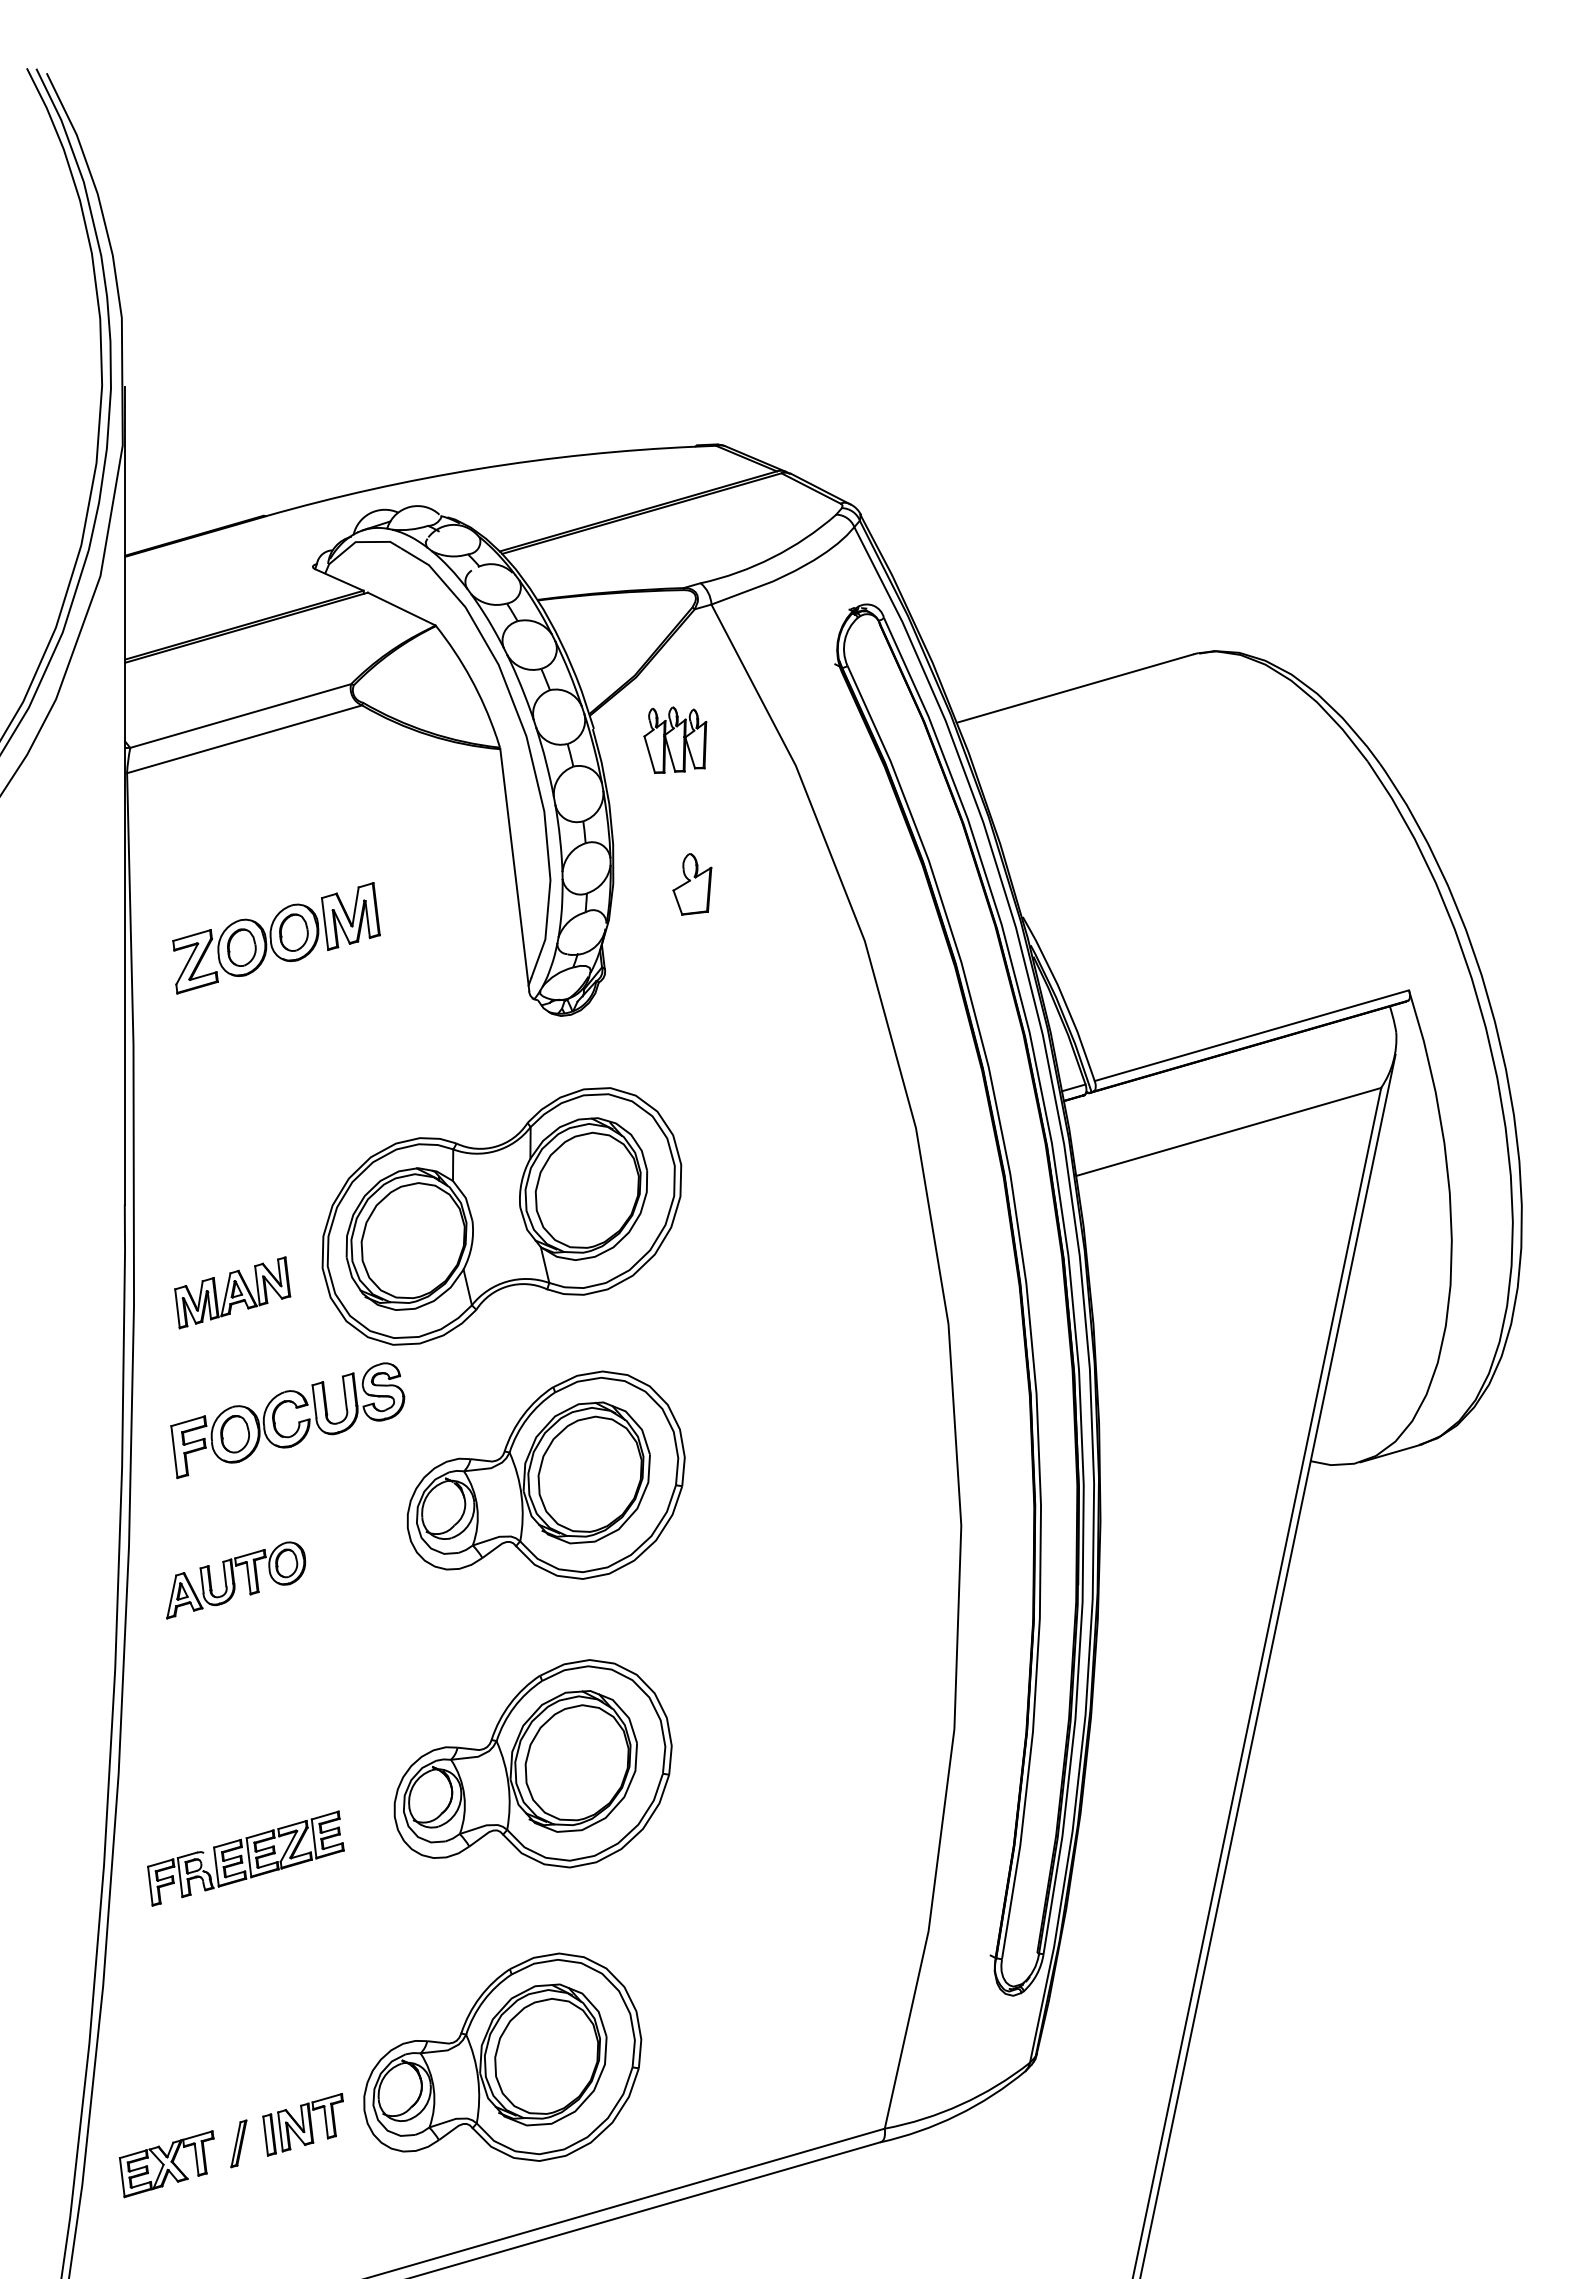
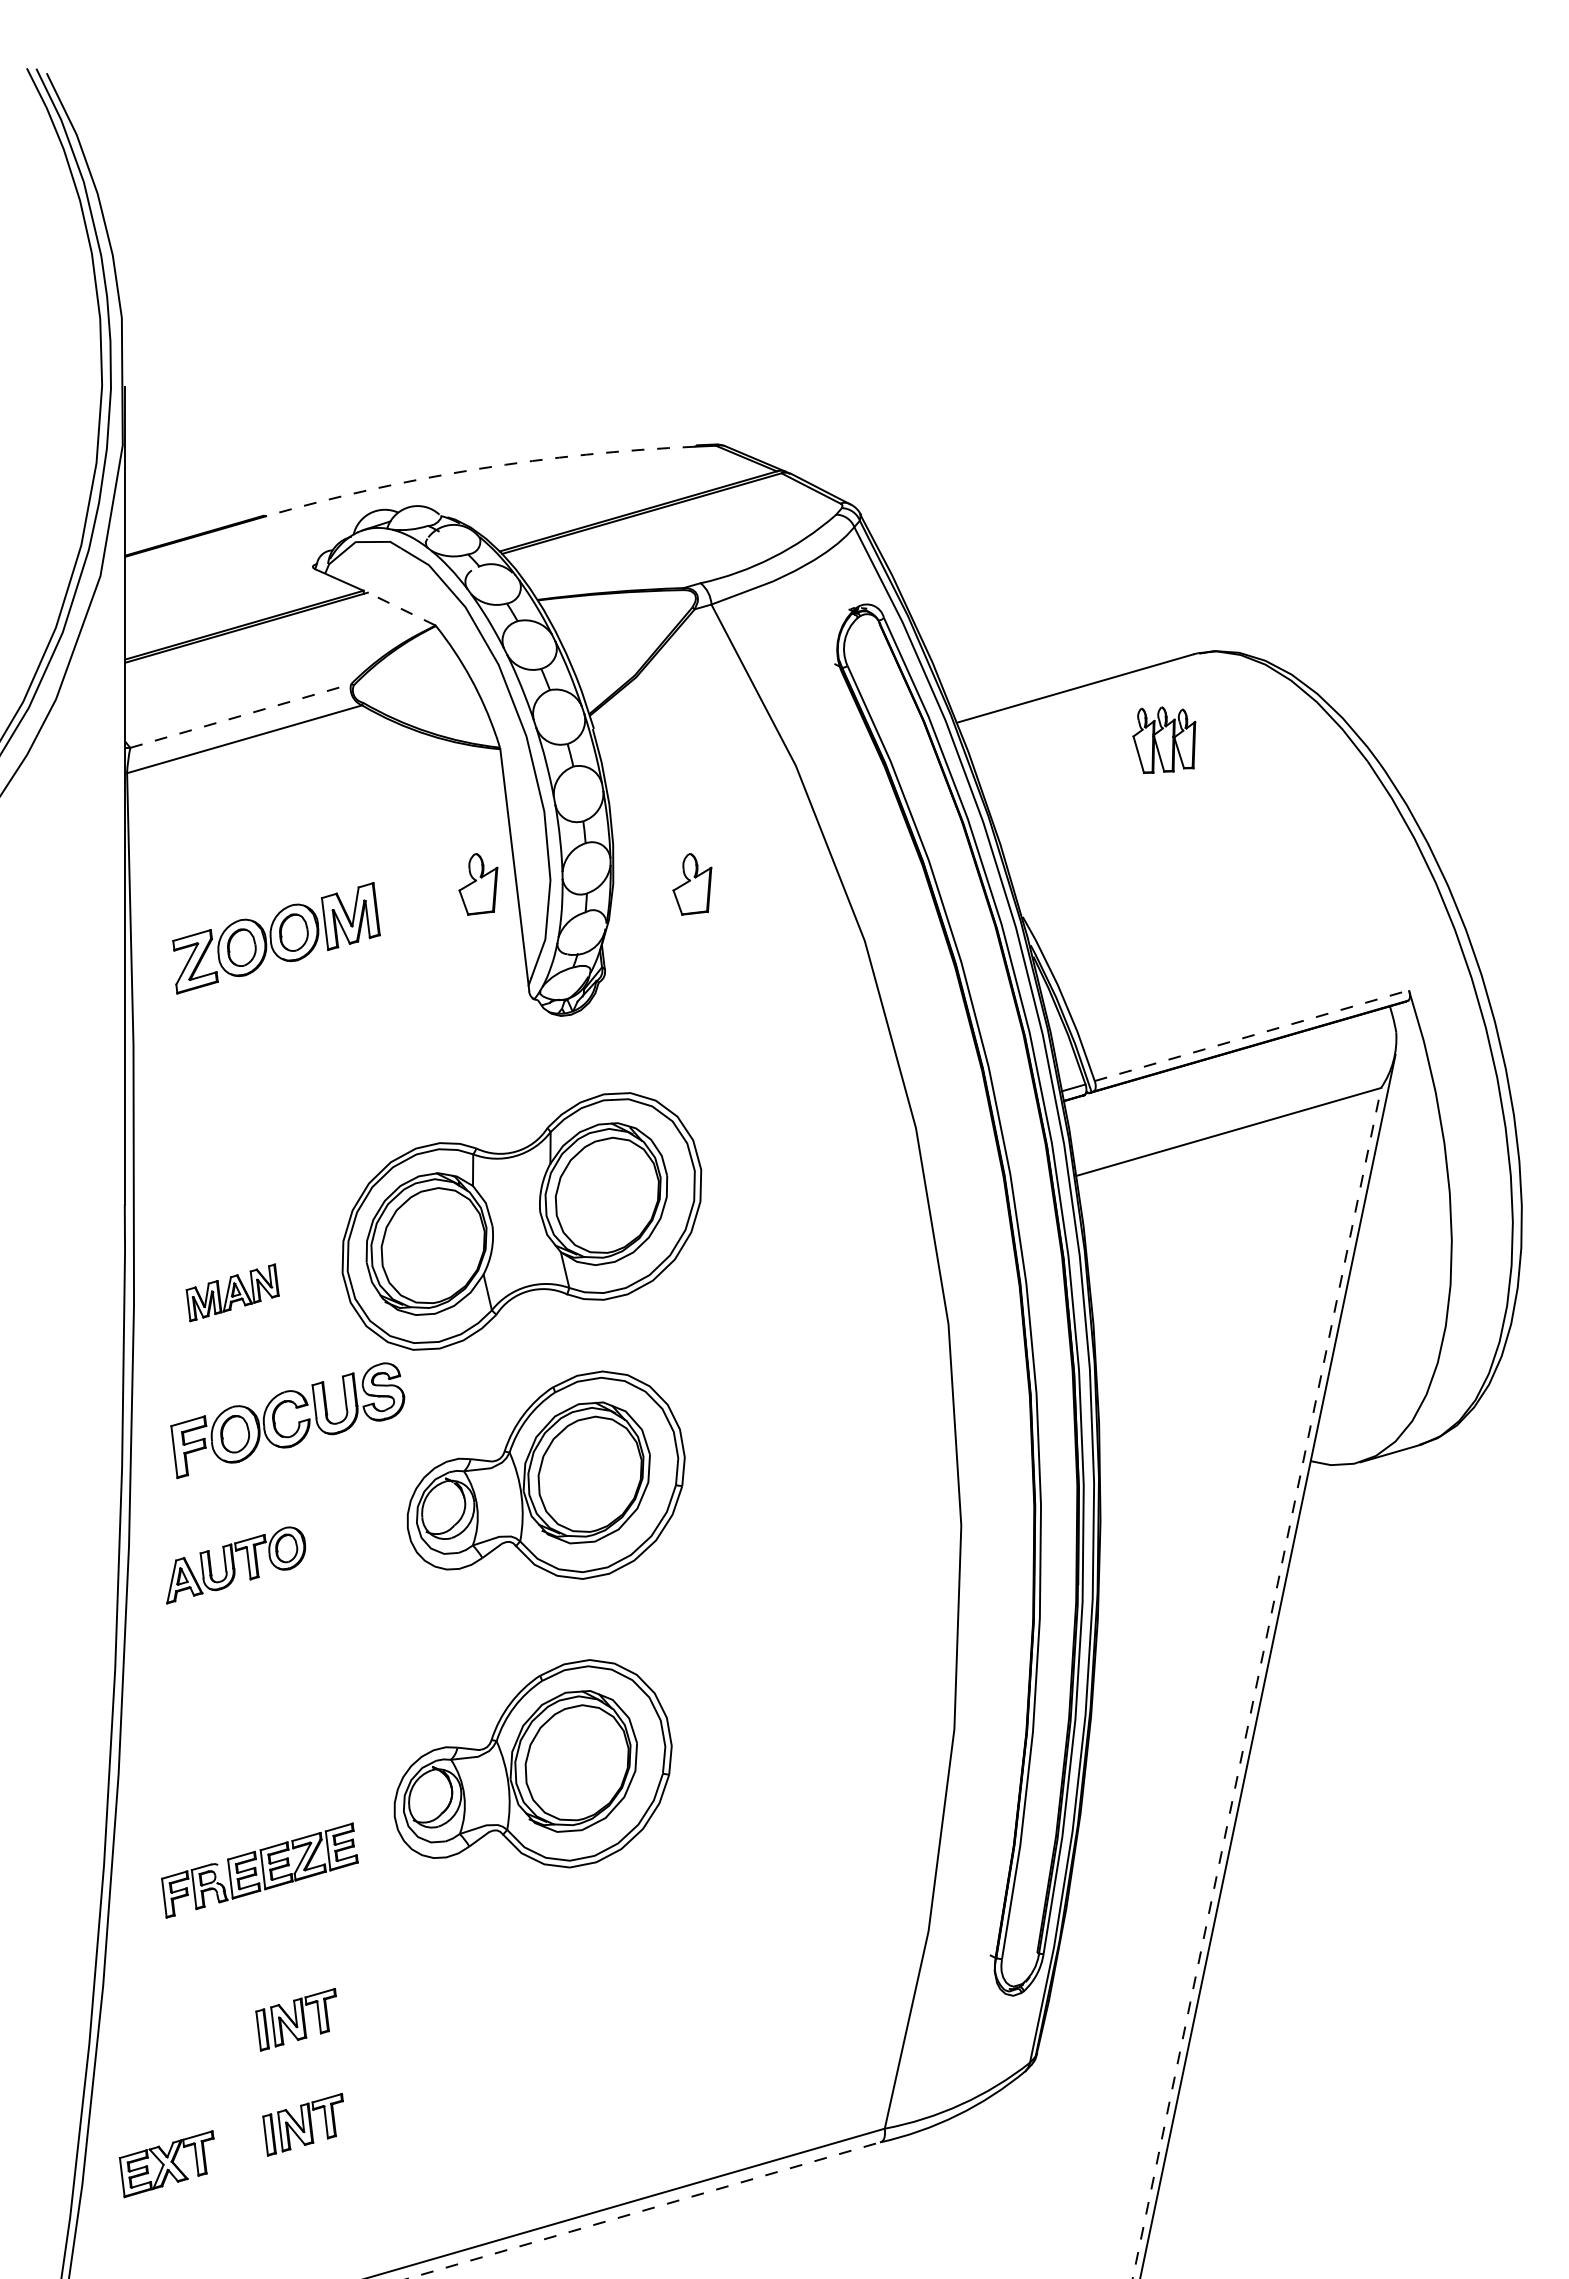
arc at (478, 468): solid -> dashed
line at (401, 609): solid -> dashed
line at (240, 716): solid -> dashed
part at (675, 739) position: (675, 739) -> (1164, 739)
part at (478, 884): none -> present
line at (1251, 1035): solid -> dashed
part at (501, 1216) position: (501, 1216) -> (521, 1221)
part at (232, 1292) size: 118x74 px -> 95x60 px
part at (236, 1580) position: (236, 1580) -> (236, 1565)
line at (1257, 1682): solid -> dashed
part at (245, 1858) position: (245, 1858) -> (259, 1870)
part at (295, 2019): none -> present
part at (502, 2056): present -> none
part at (238, 2143): present -> none
line at (644, 2210): solid -> dashed
